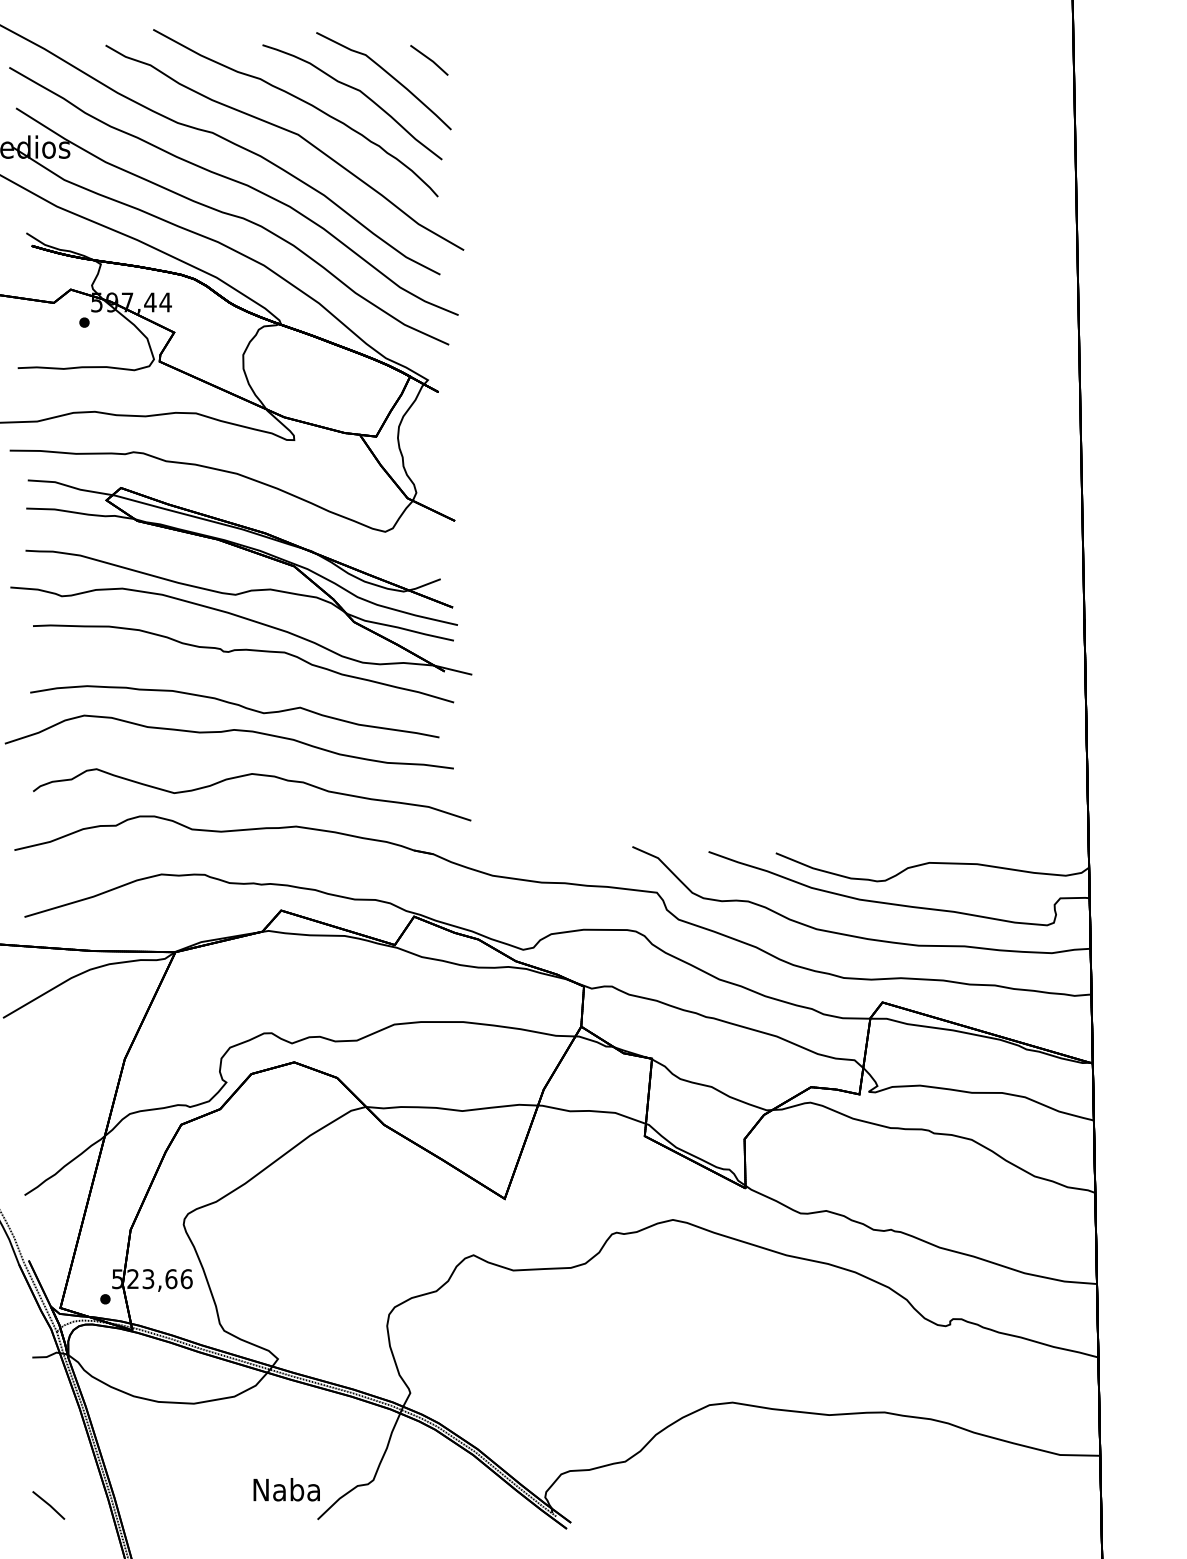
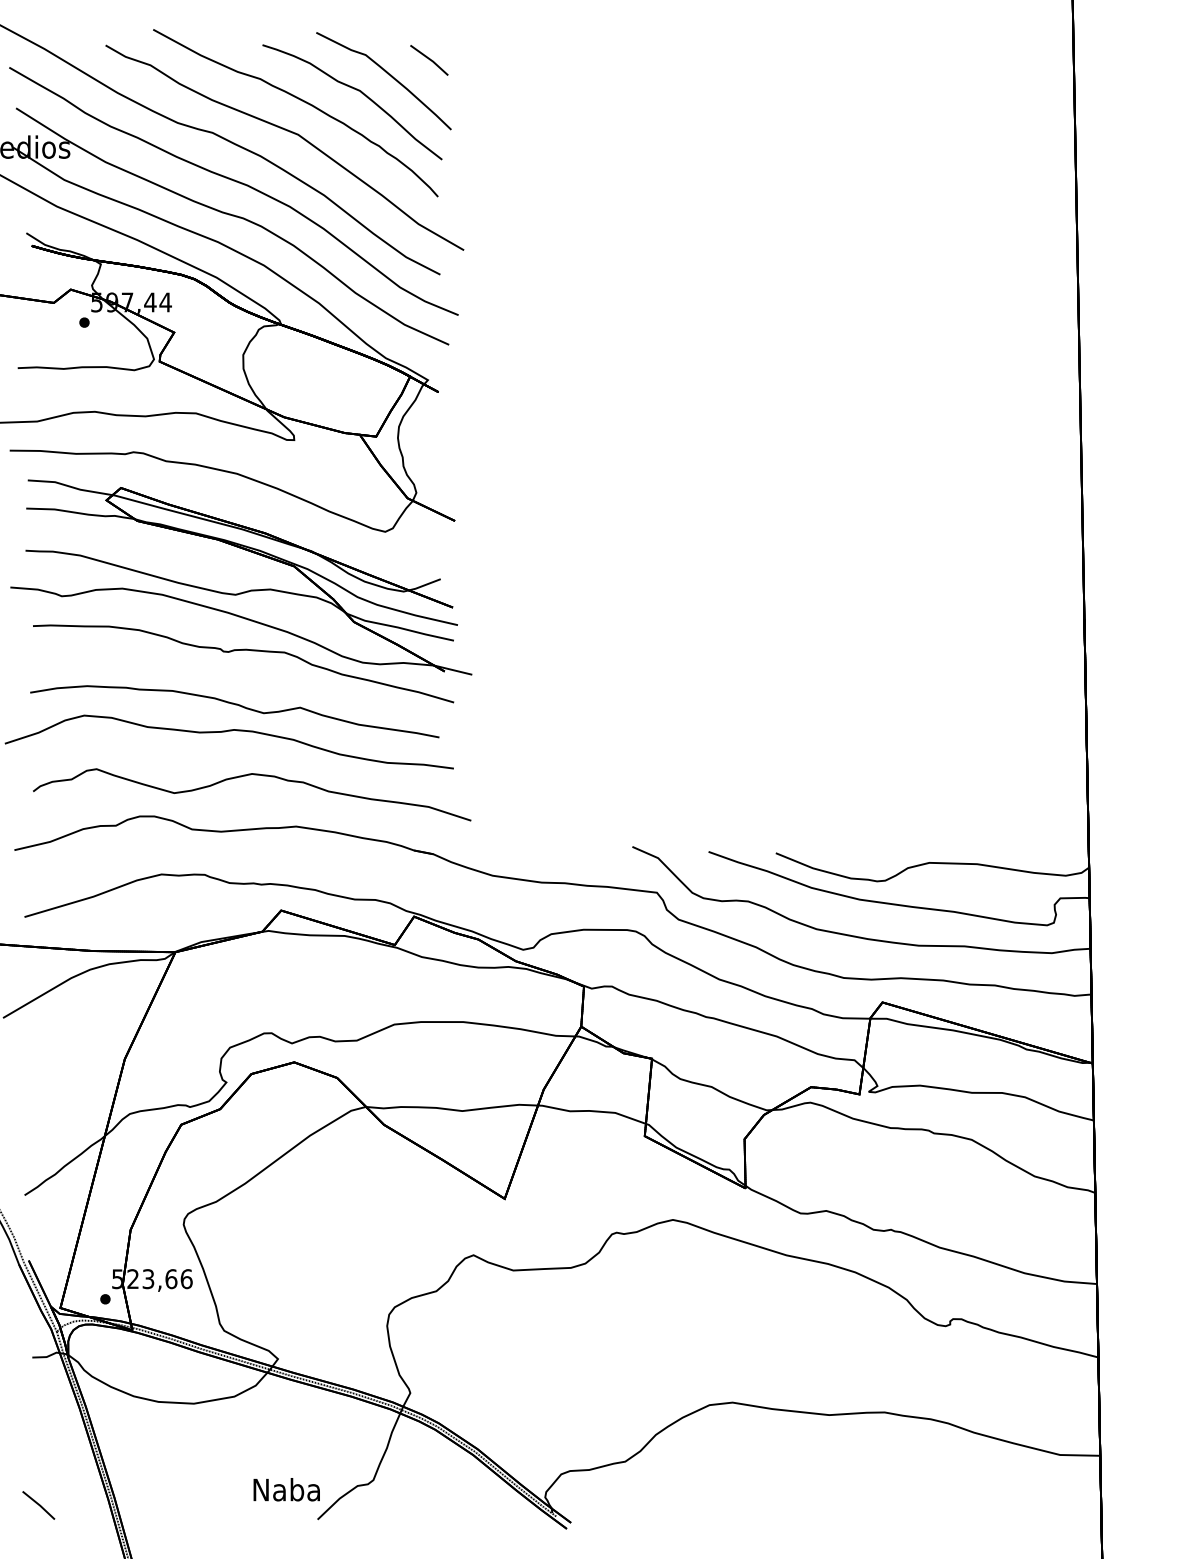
line at (48, 1505) position: (48, 1505) -> (38, 1505)
